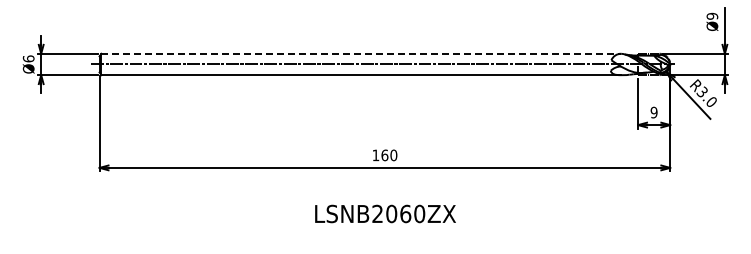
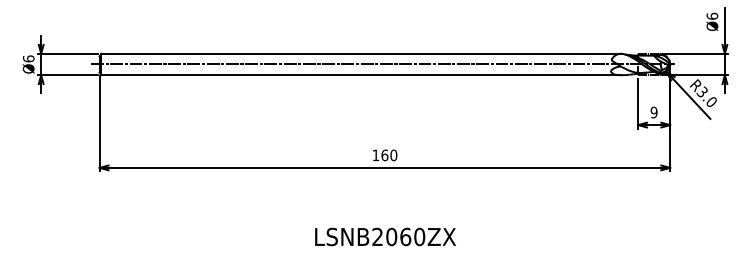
text at (712, 15): Ø9 -> Ø6
line at (361, 53): dashed -> solid
text at (385, 213) position: (385, 213) -> (385, 236)
